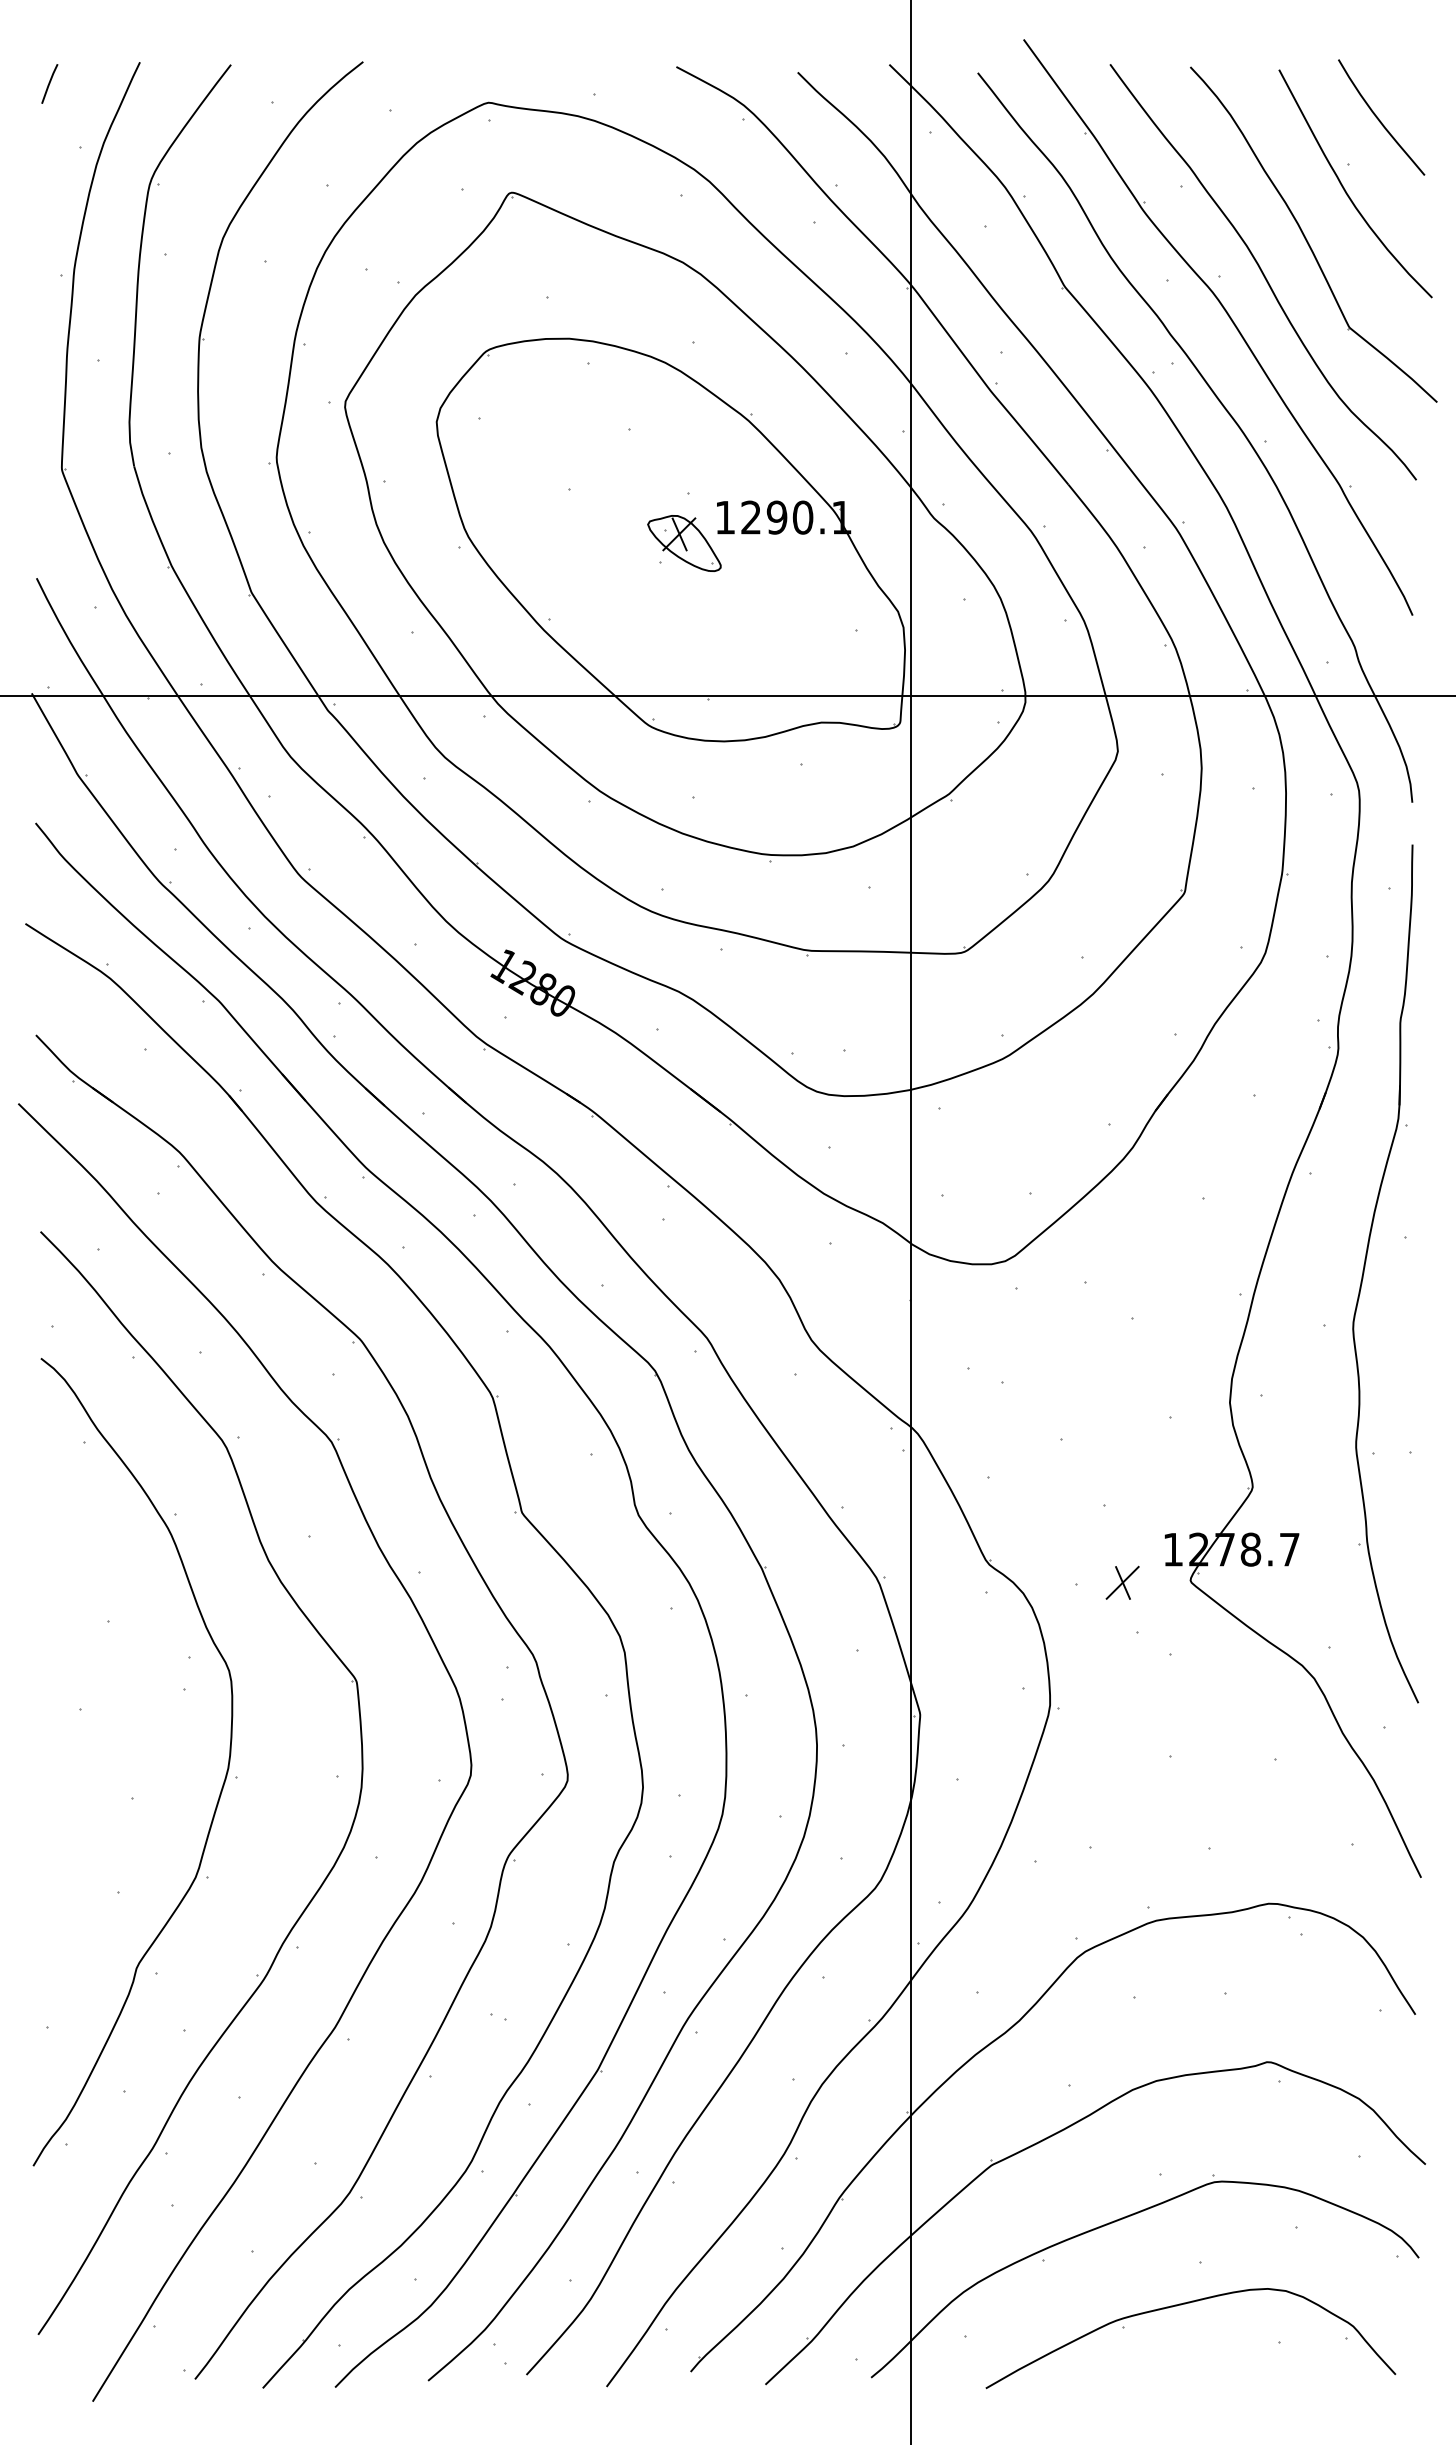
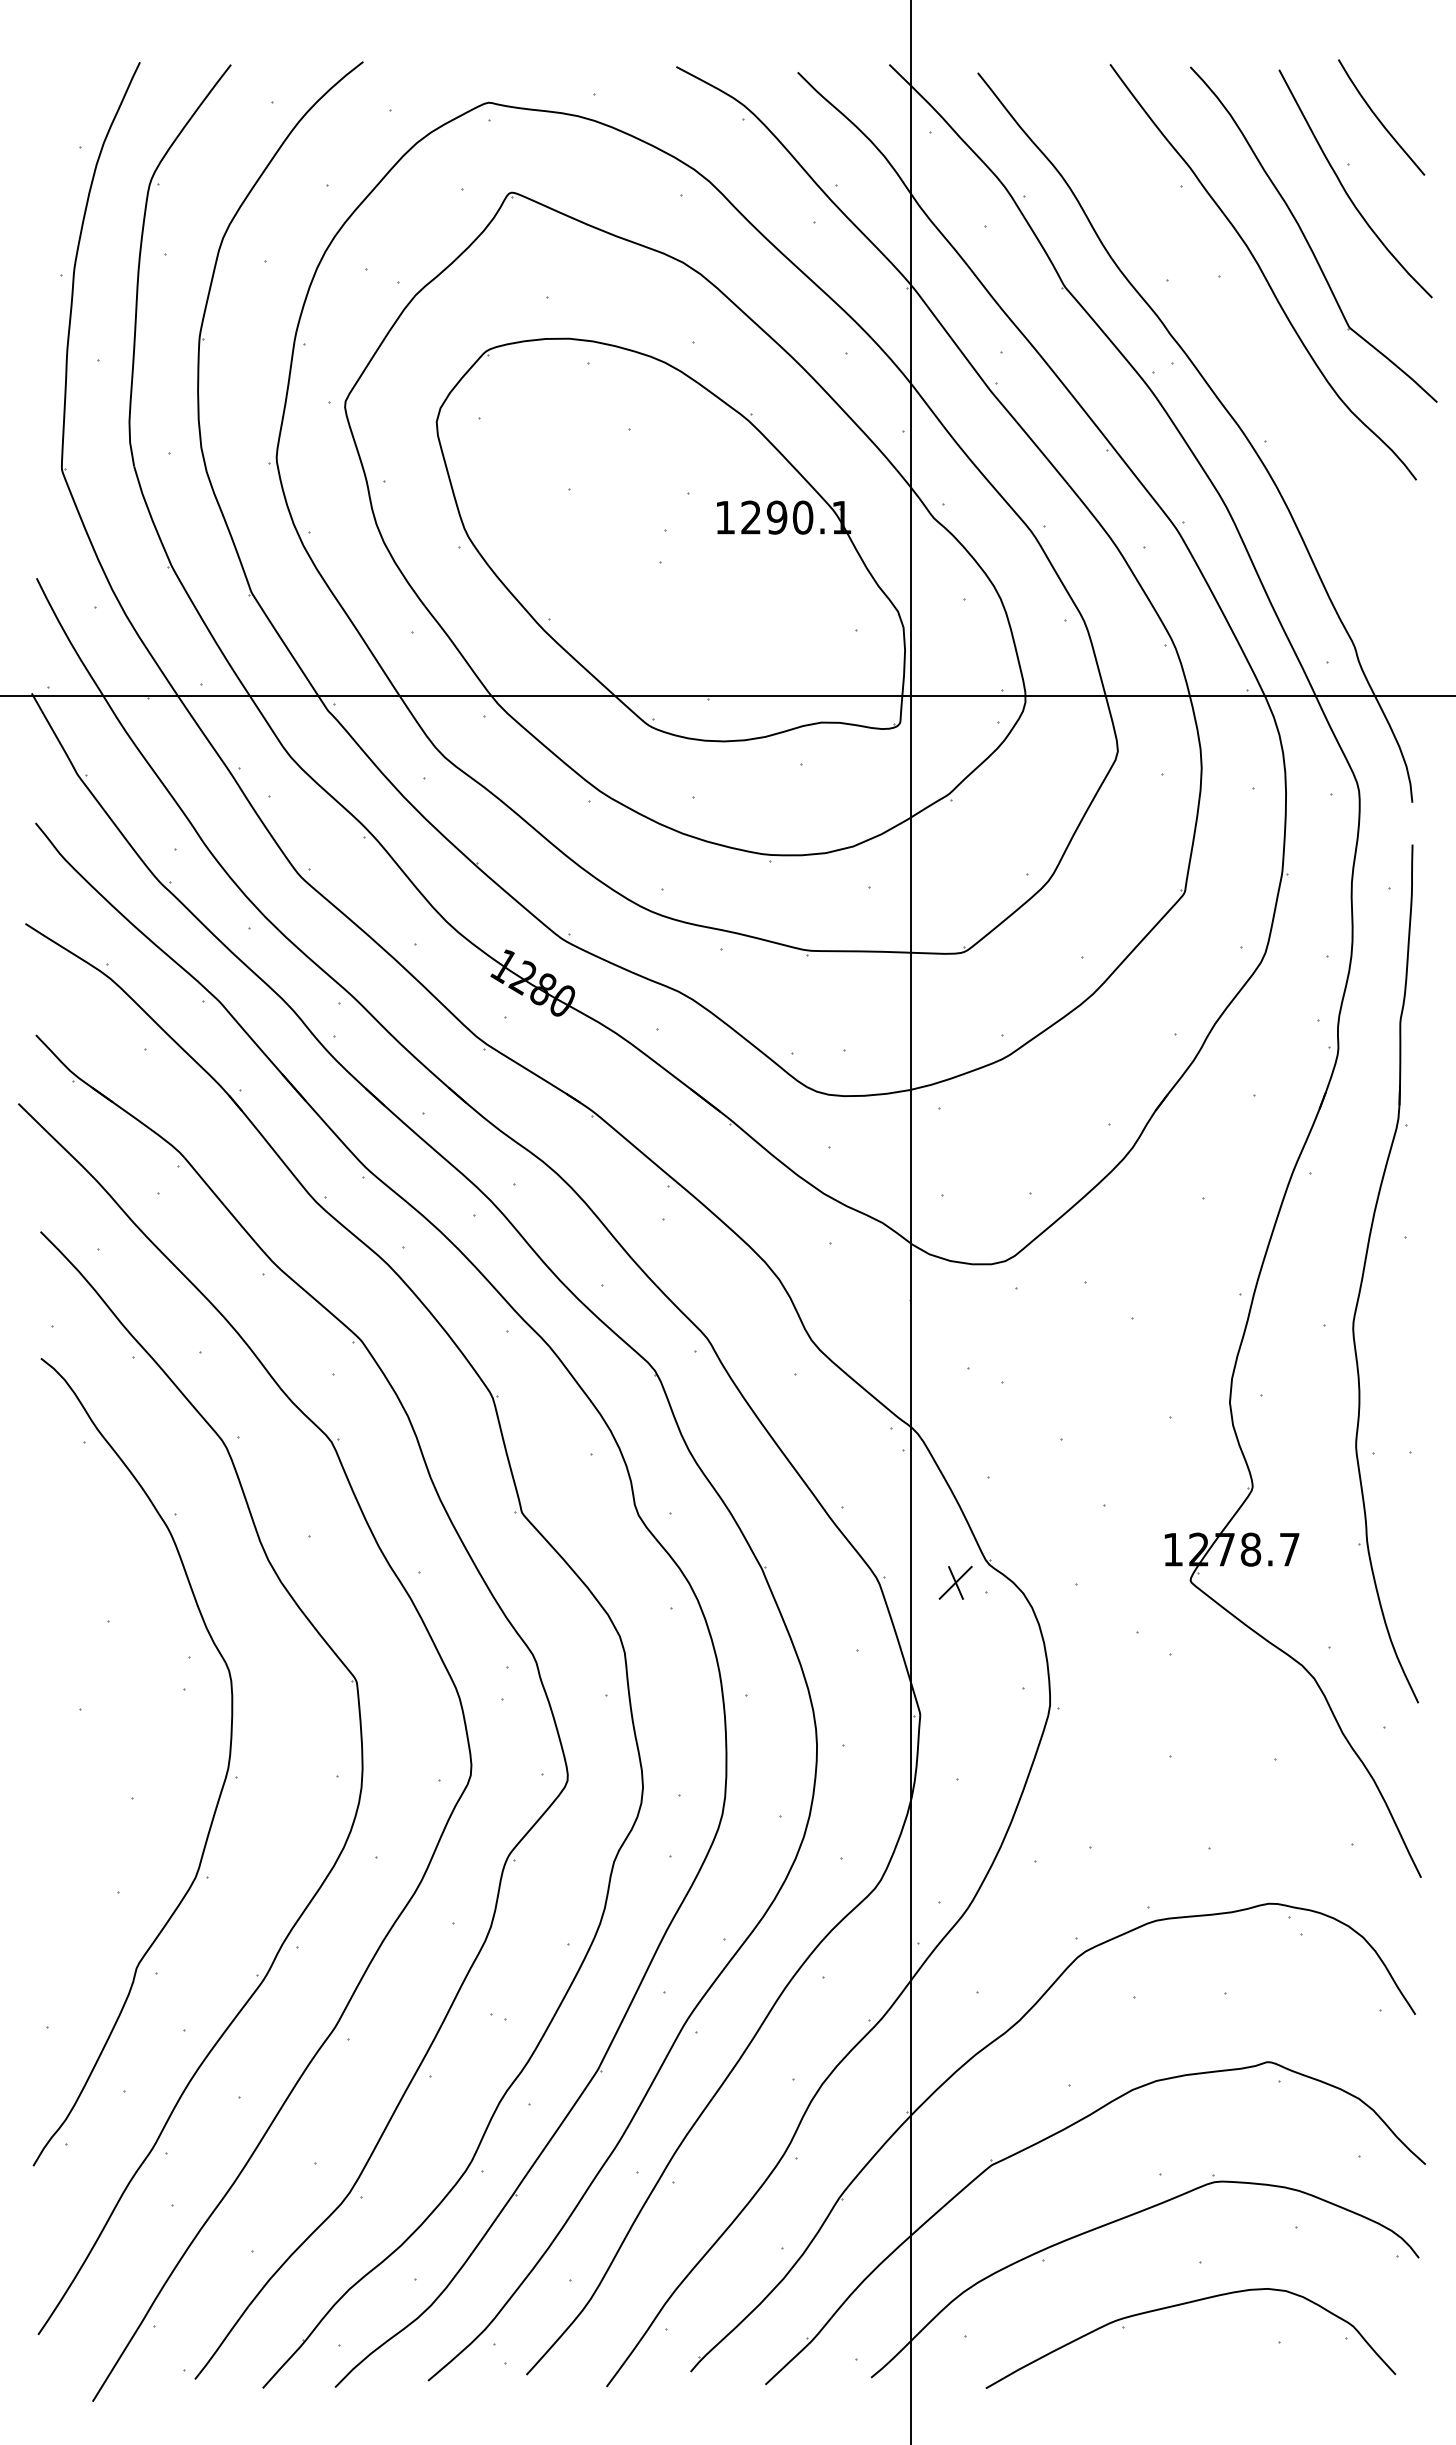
line at (49, 83): present -> none
part at (1230, 320): present -> none
part at (684, 543): present -> none
part at (1122, 1582) position: (1122, 1582) -> (955, 1582)
